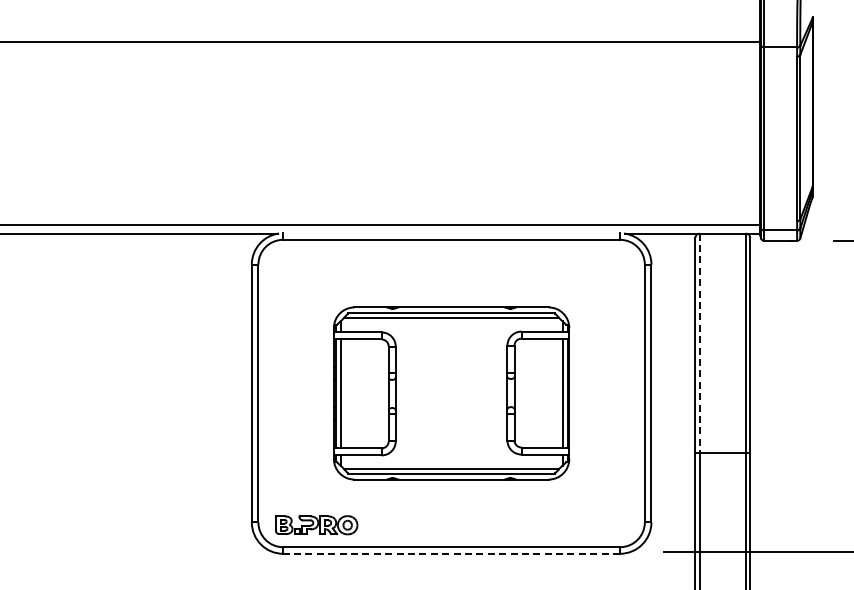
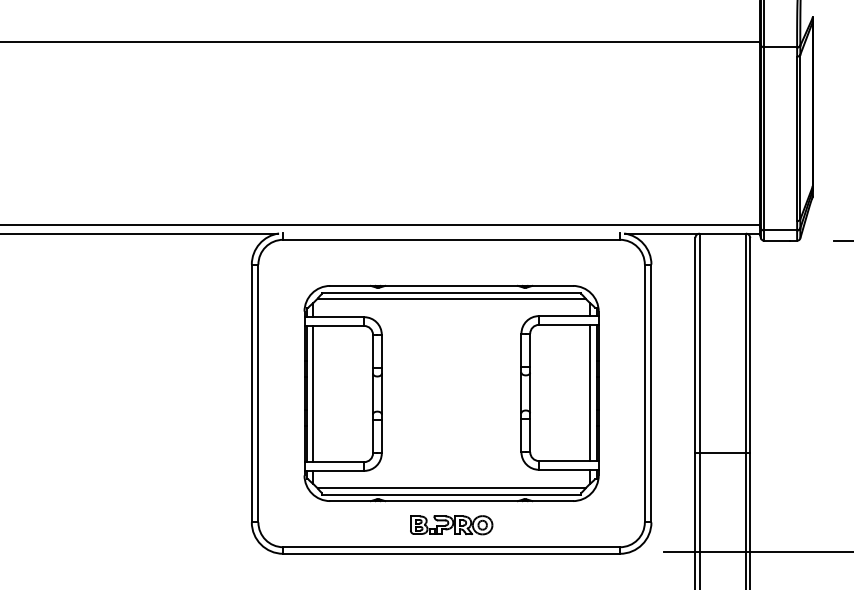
line at (699, 343): dashed -> solid
part at (451, 393) size: 238x175 px -> 297x219 px
part at (316, 525) position: (316, 525) -> (451, 525)
line at (451, 553): dashed -> solid
